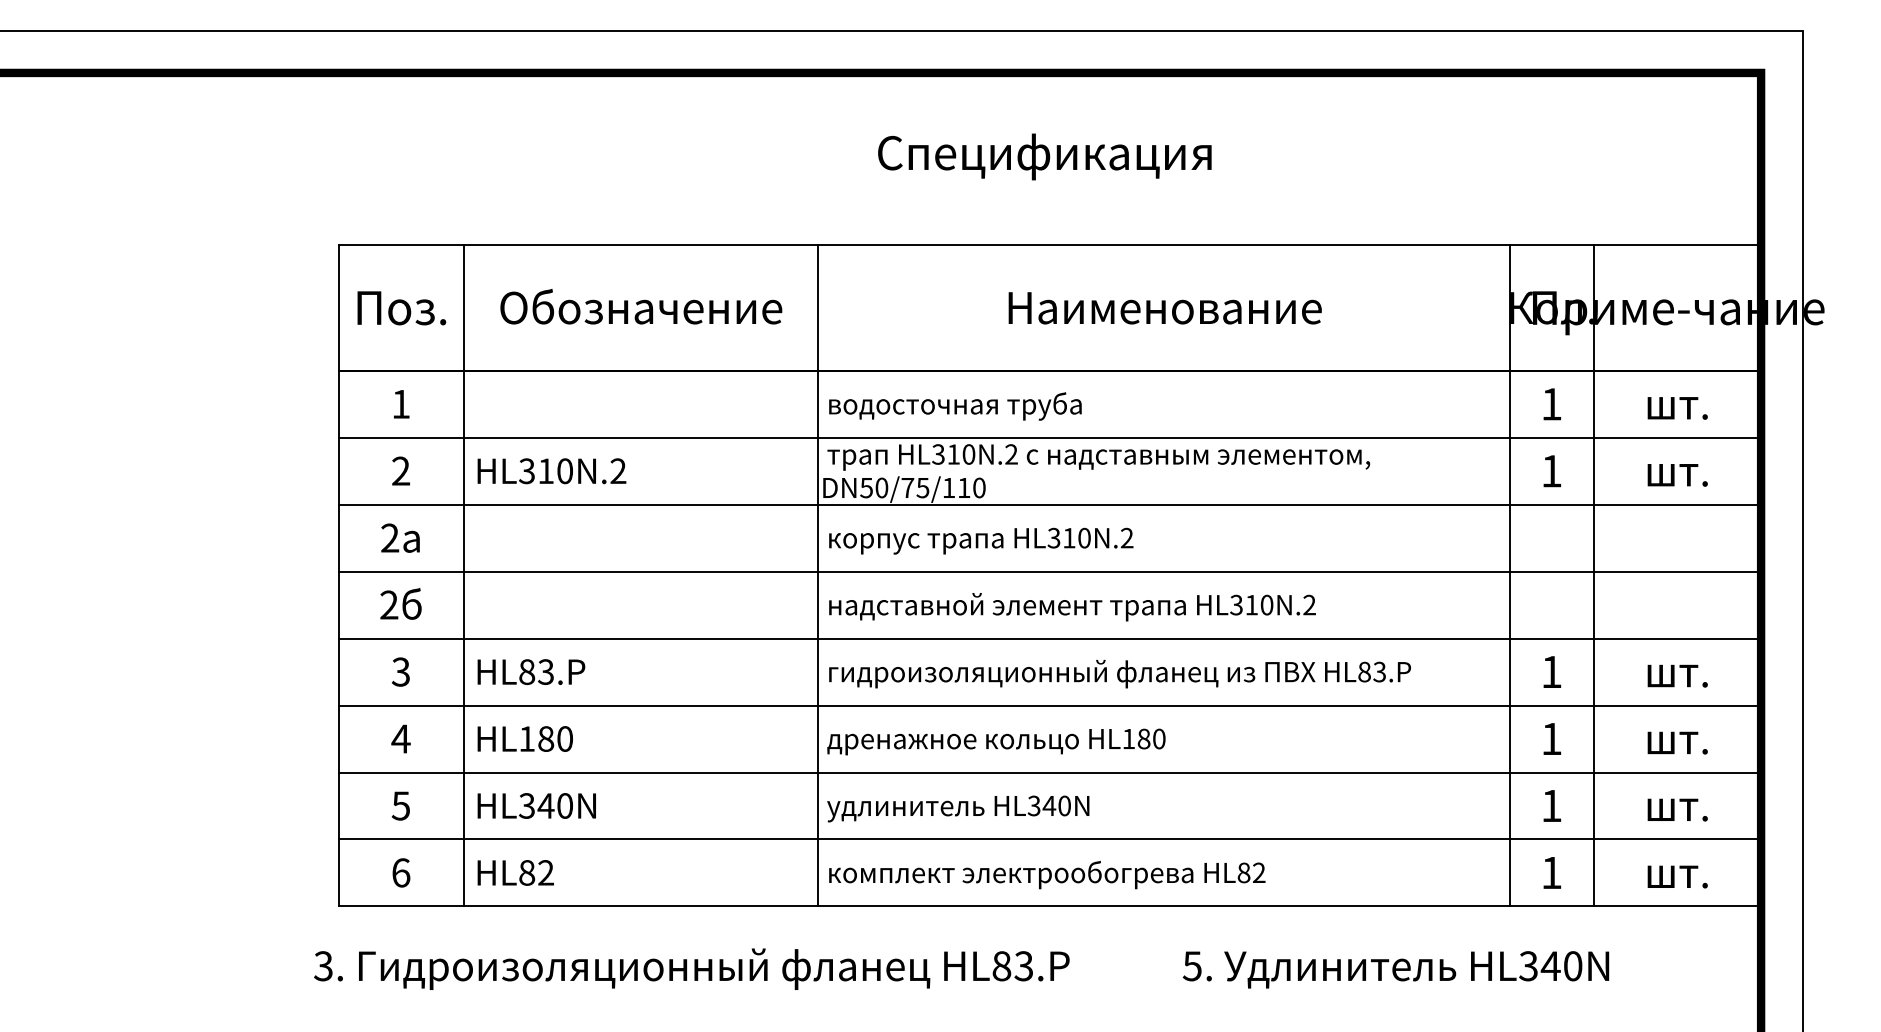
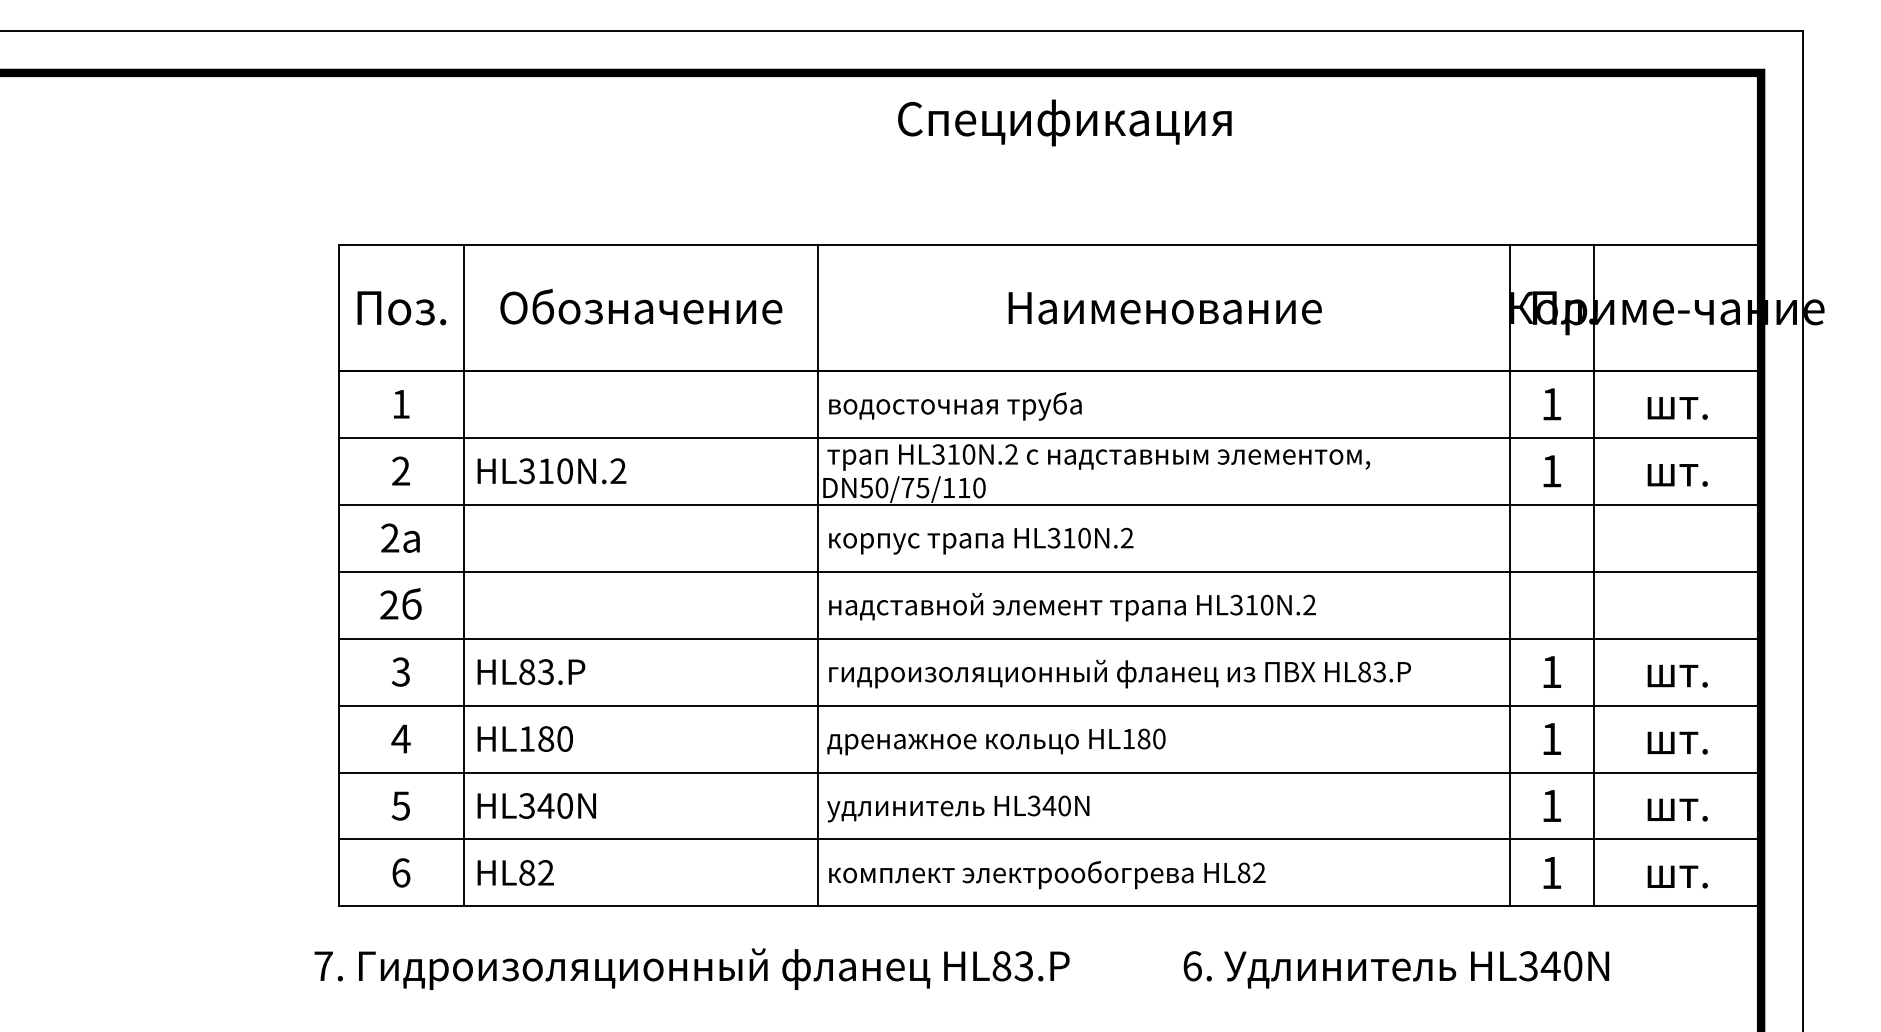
text at (1044, 156) position: (1044, 156) -> (1064, 122)
text at (323, 966): 3. -> 7.
text at (1191, 966): 5. -> 6.
